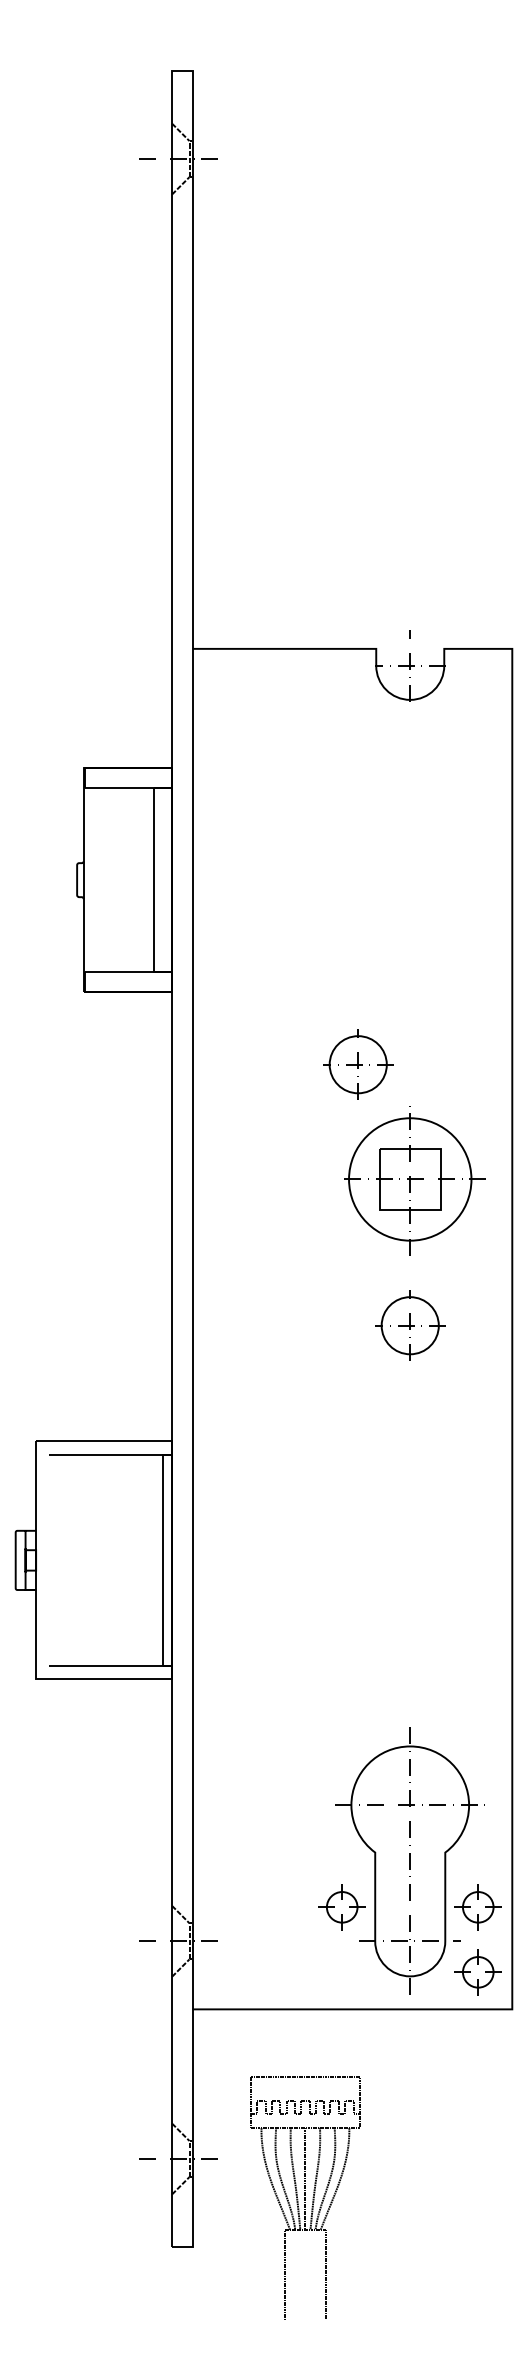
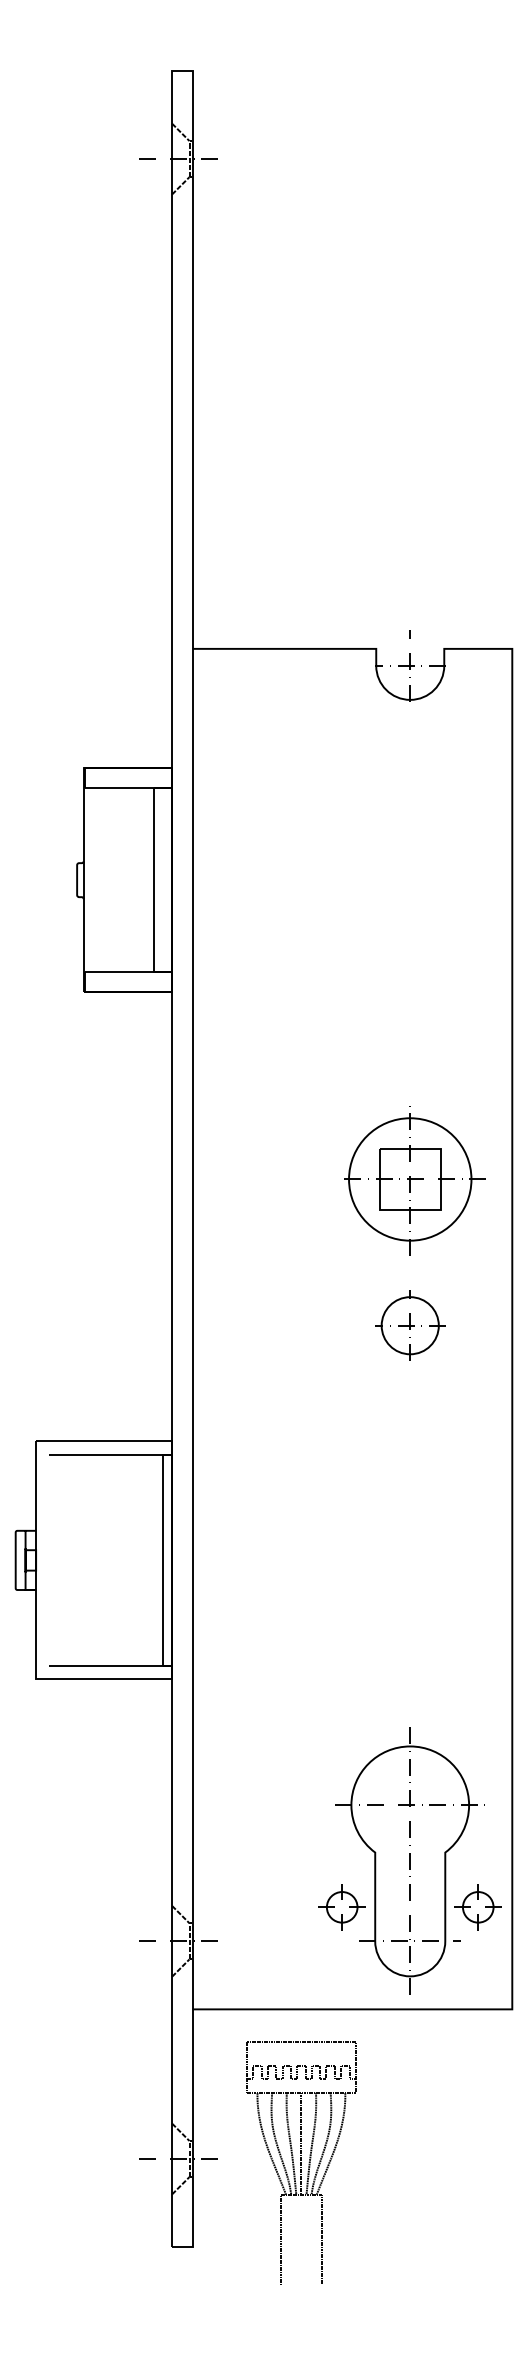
part at (358, 1064): present -> none
part at (477, 1972): present -> none
part at (305, 2197) position: (305, 2197) -> (301, 2162)
